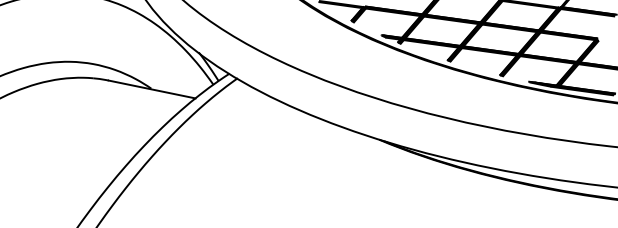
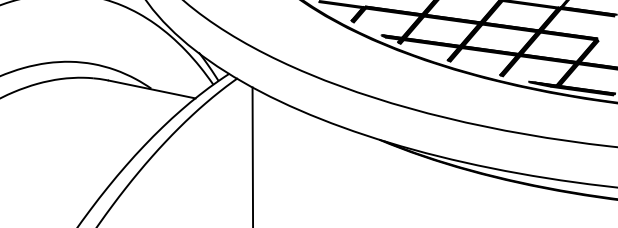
line at (252, 155): none -> present
